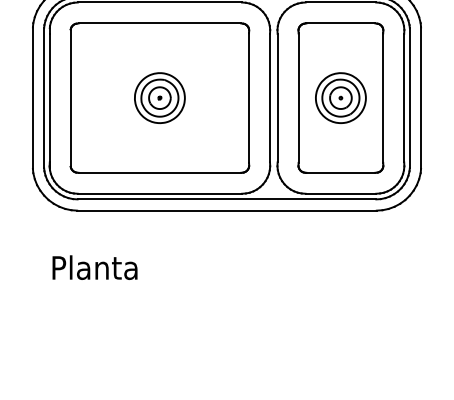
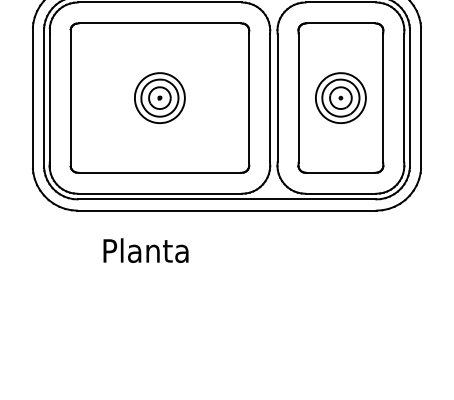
text at (94, 267) position: (94, 267) -> (145, 250)
